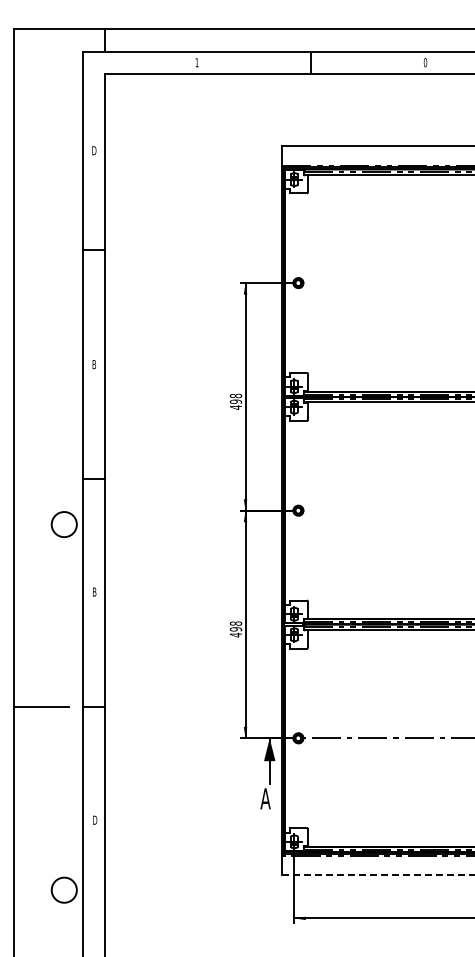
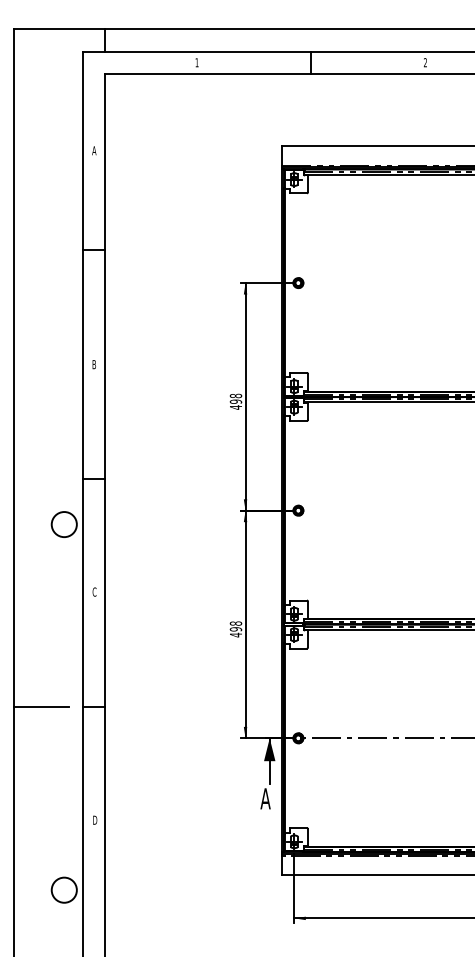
text at (425, 62): 0 -> 2
text at (94, 150): D -> A
text at (94, 591): B -> C
line at (378, 874): dashed -> solid
